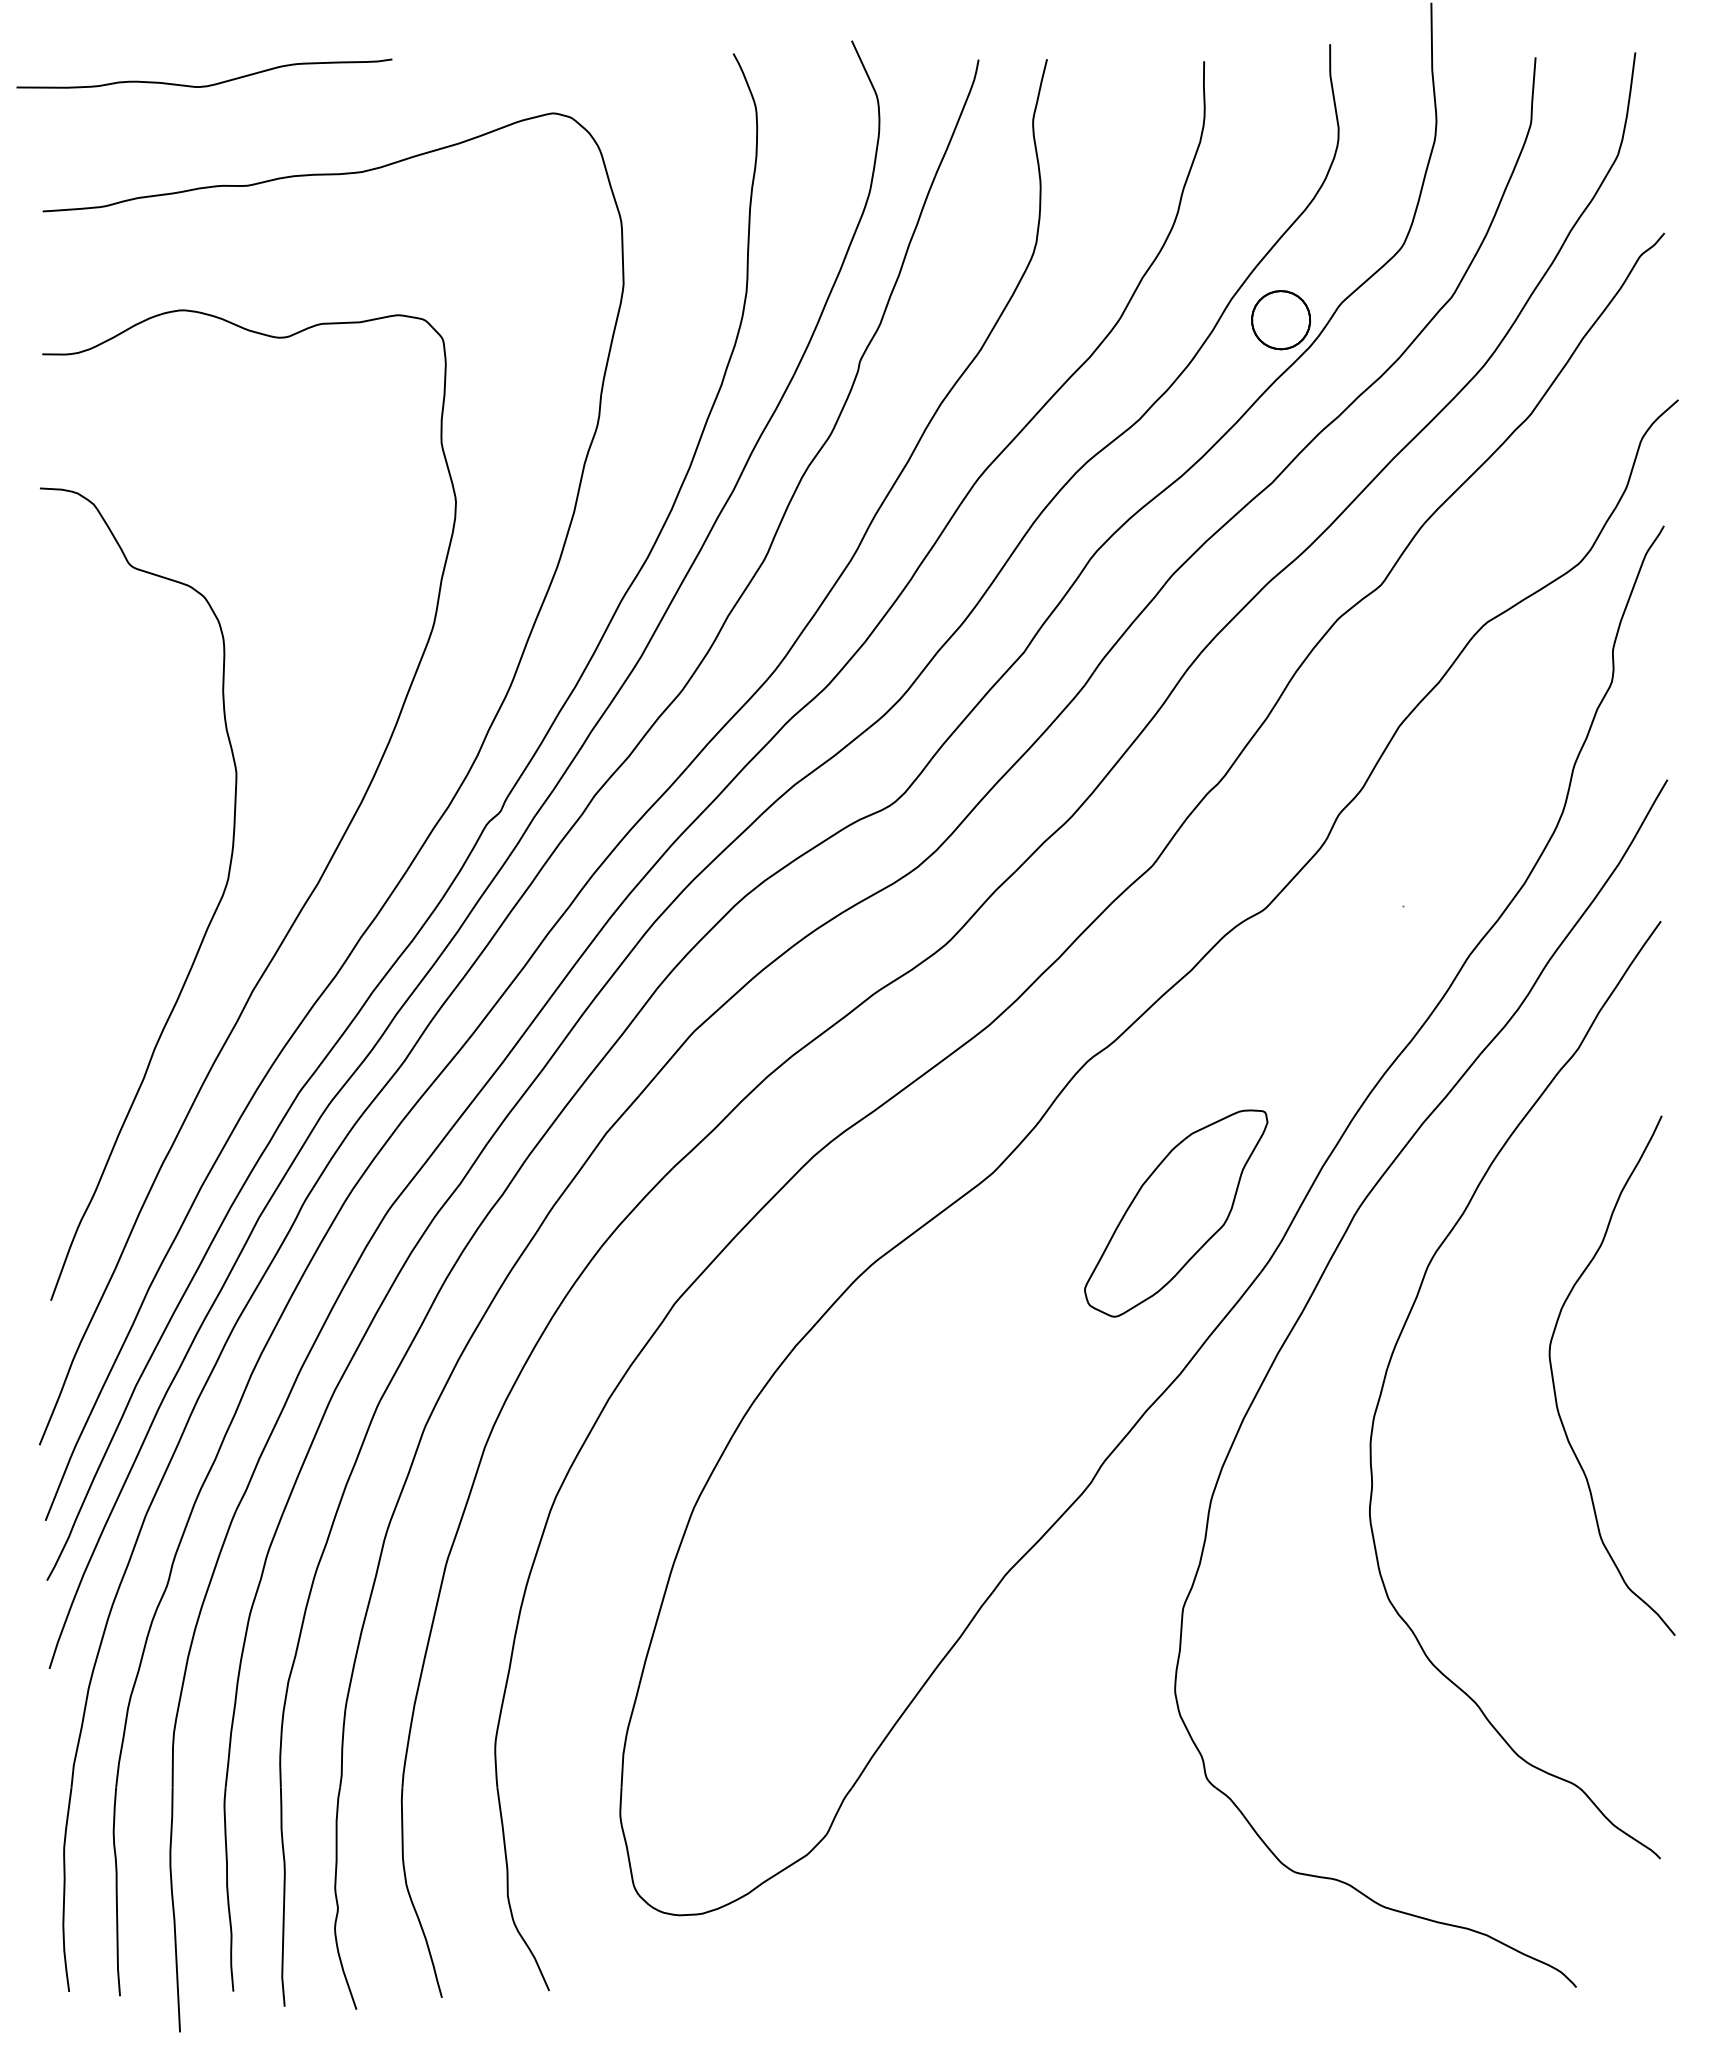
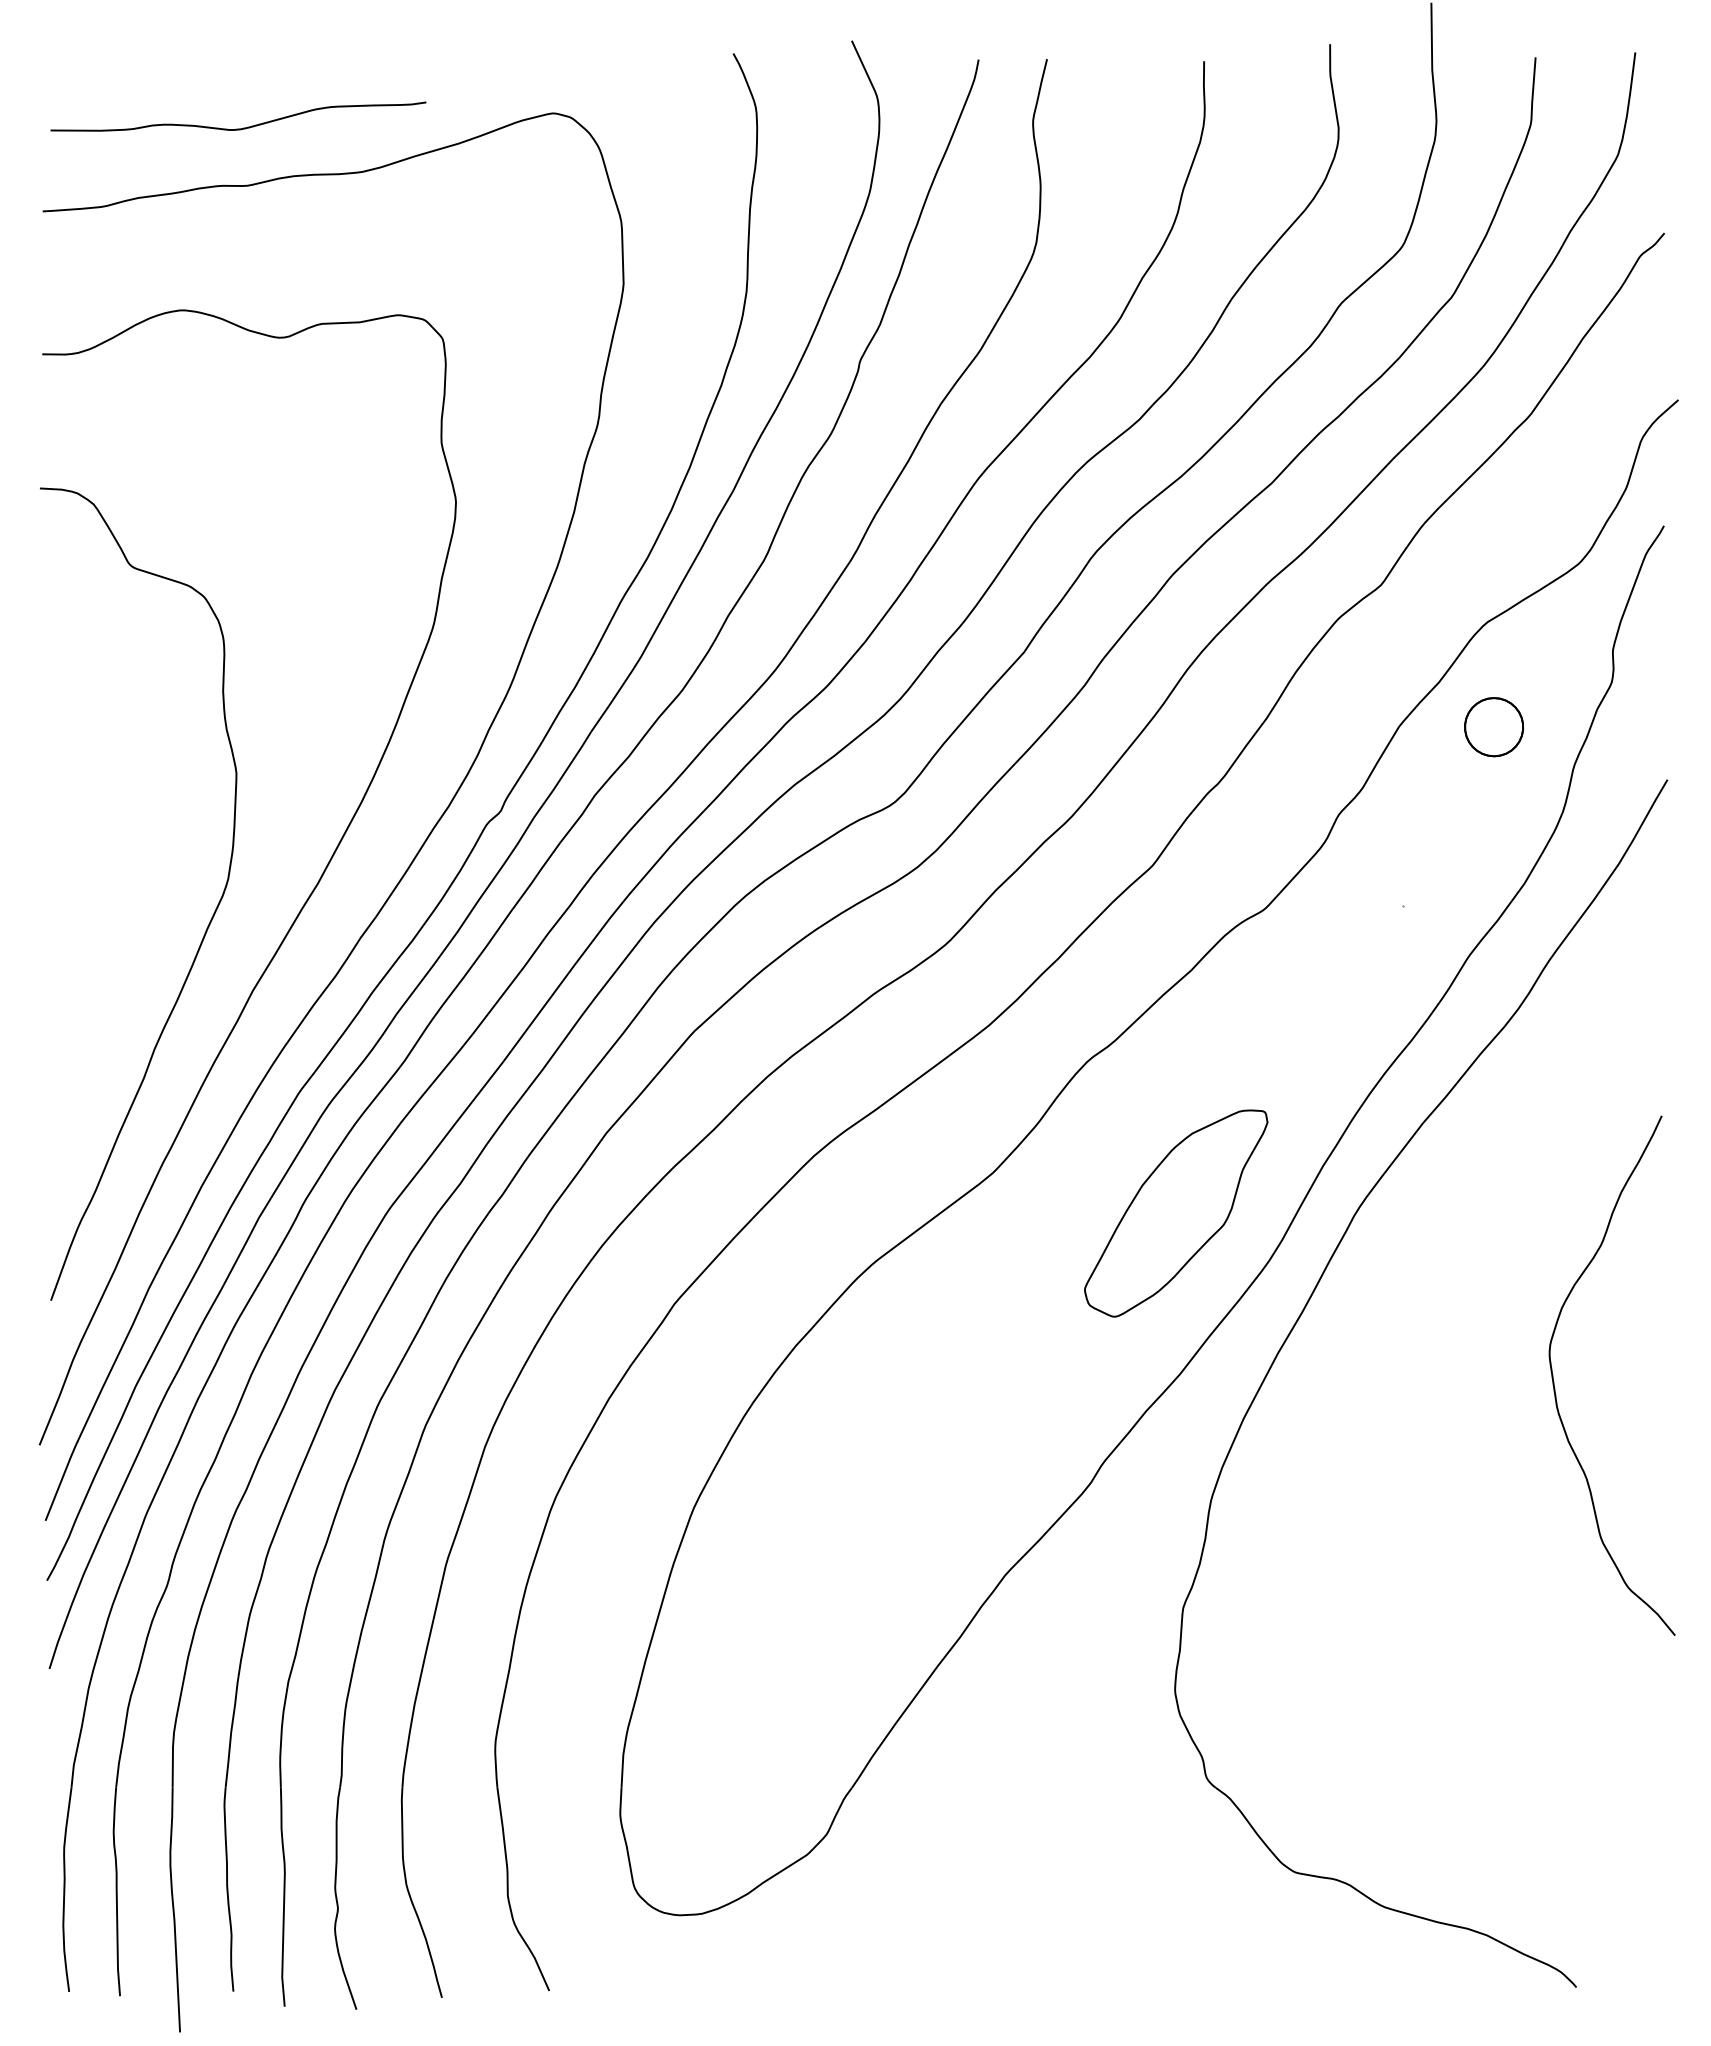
curve at (204, 85) position: (204, 85) -> (238, 128)
part at (1280, 320) position: (1280, 320) -> (1493, 727)
part at (1399, 1339): present -> none
